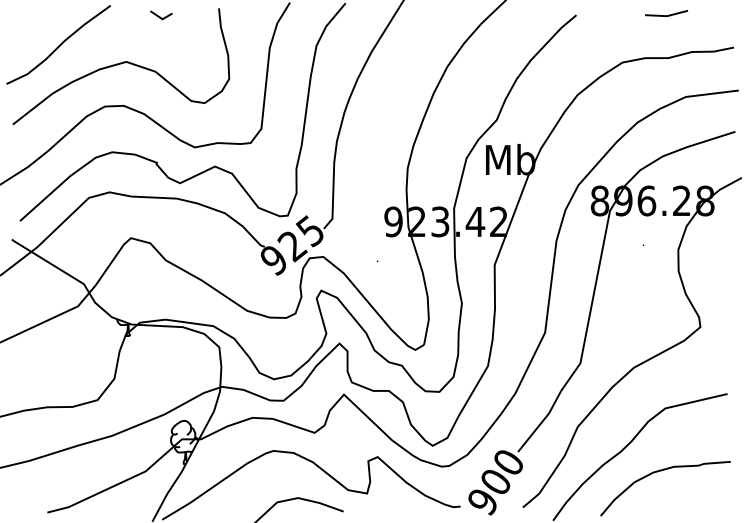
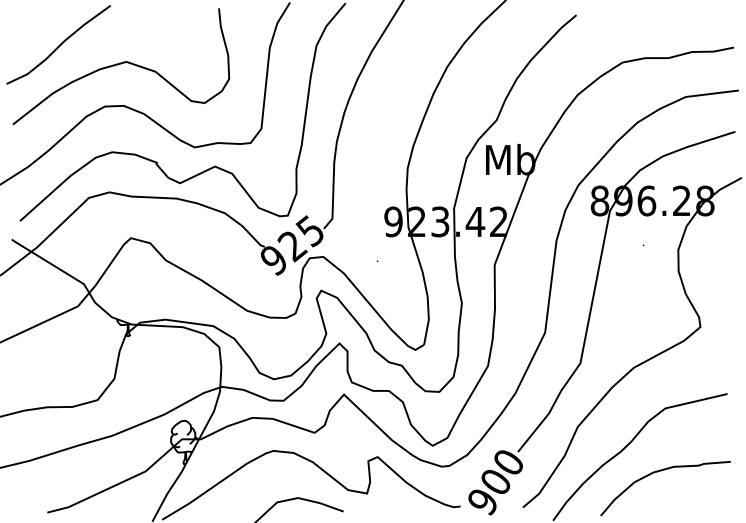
line at (666, 15): present -> none
line at (160, 16): present -> none
